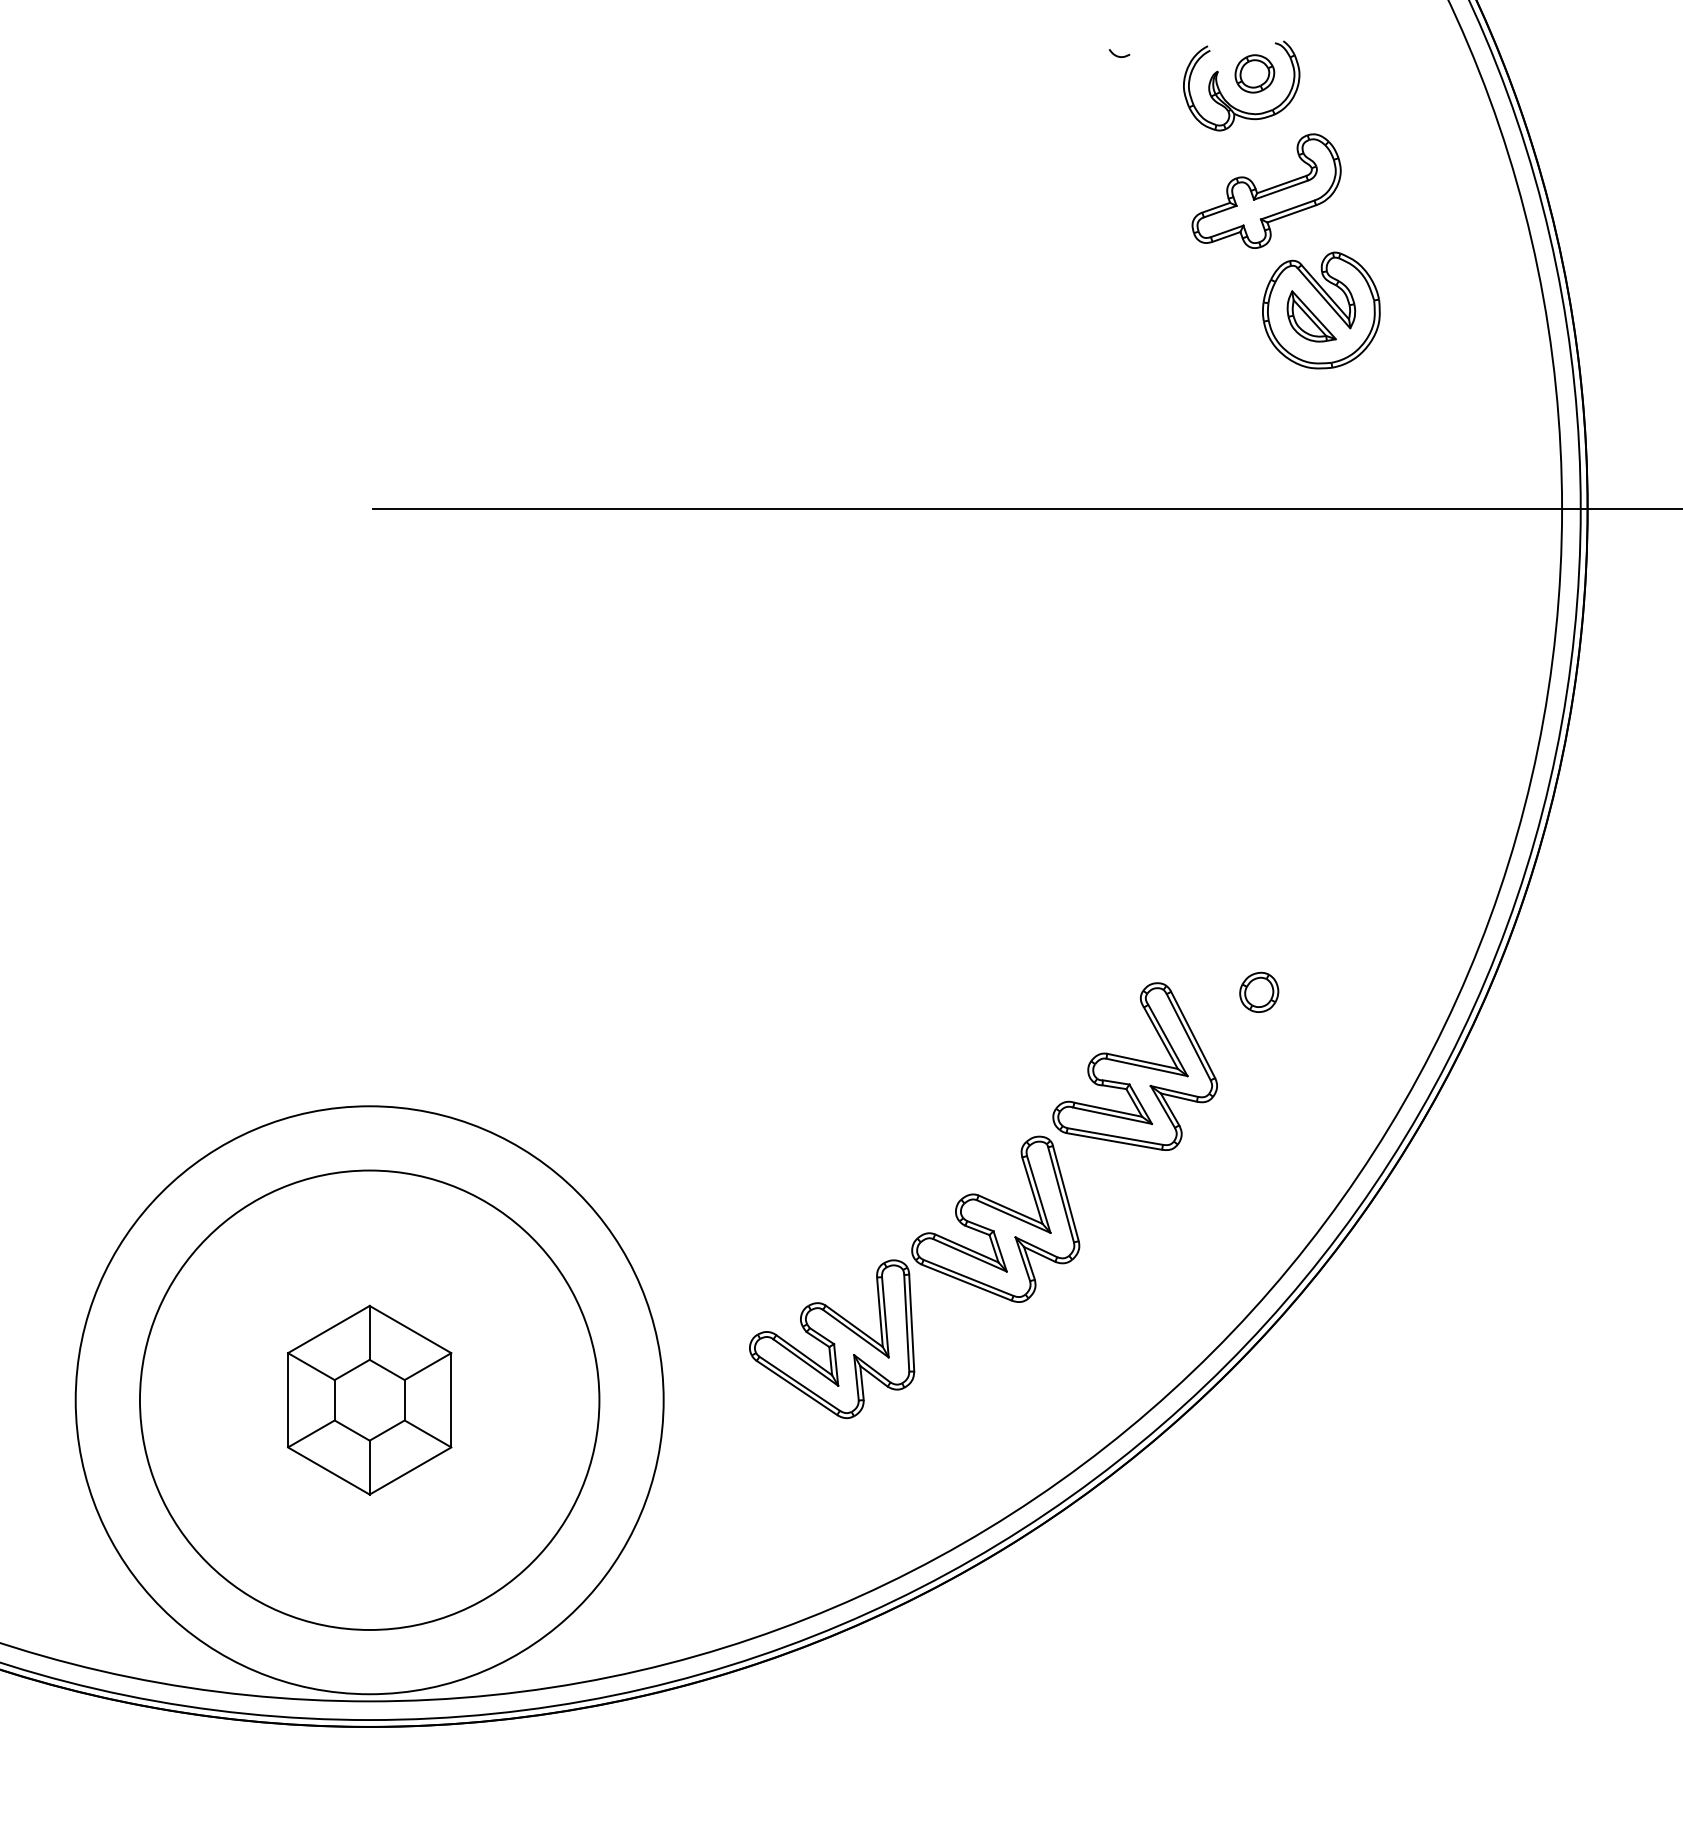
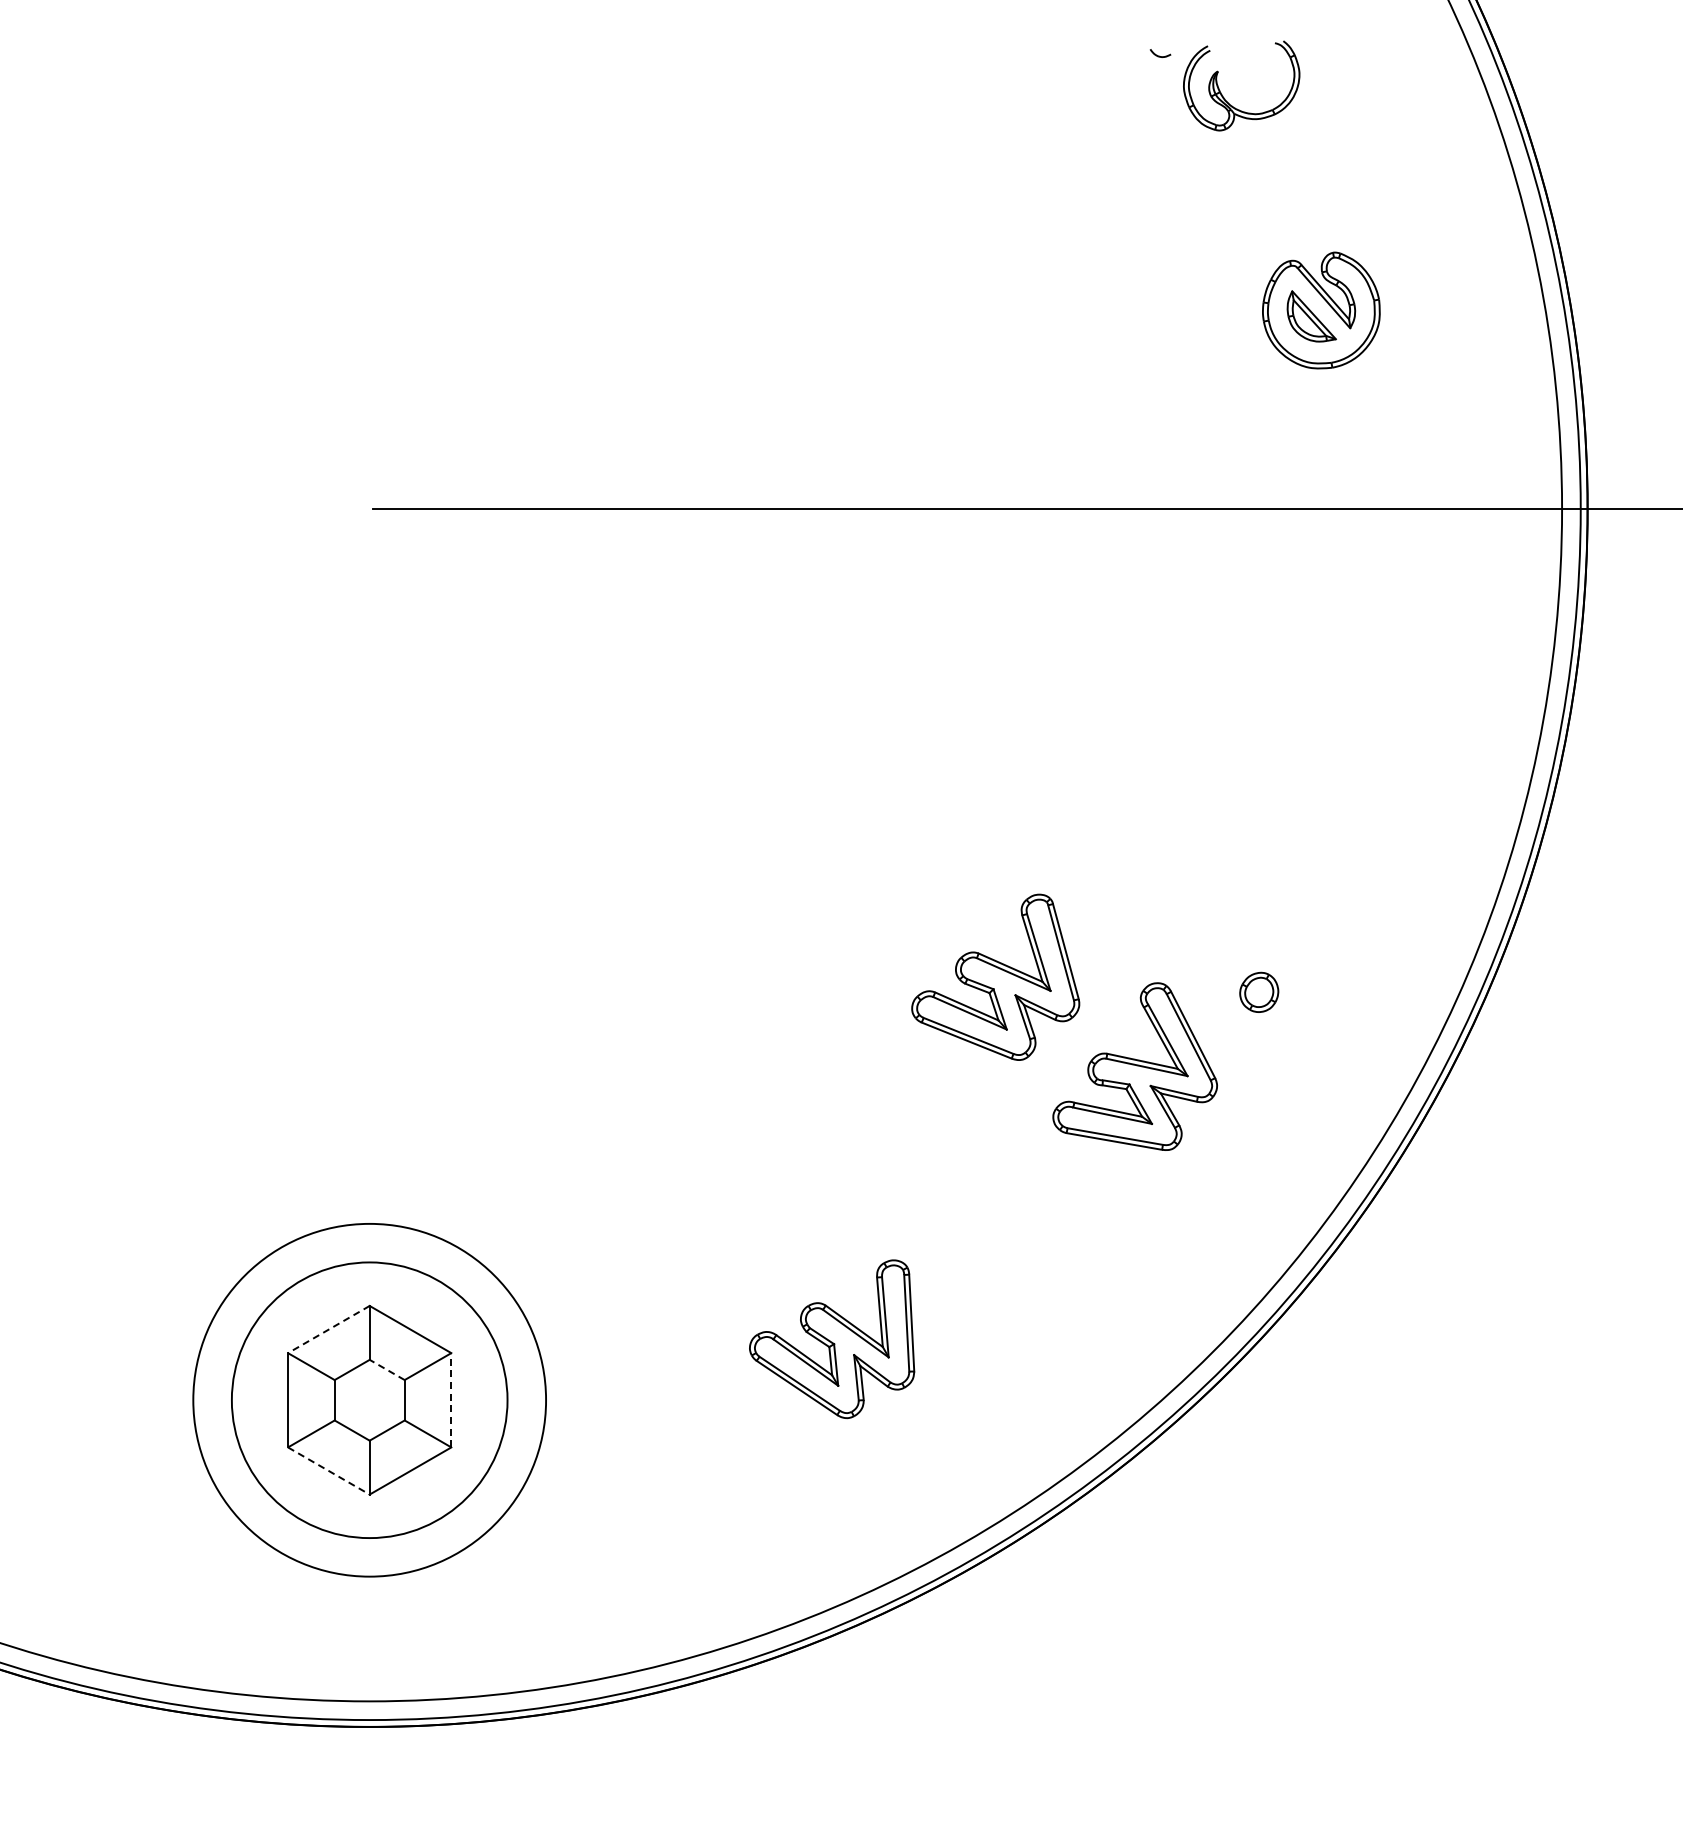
curve at (1118, 55) position: (1118, 55) -> (1159, 55)
part at (1254, 73): present -> none
part at (1266, 190): present -> none
part at (995, 1218) position: (995, 1218) -> (995, 976)
line at (328, 1329): solid -> dashed
line at (386, 1369): solid -> dashed
circle at (369, 1399) diameter: 459 px -> 276 px
line at (451, 1399): solid -> dashed
circle at (369, 1400) diameter: 588 px -> 353 px
line at (329, 1471): solid -> dashed
